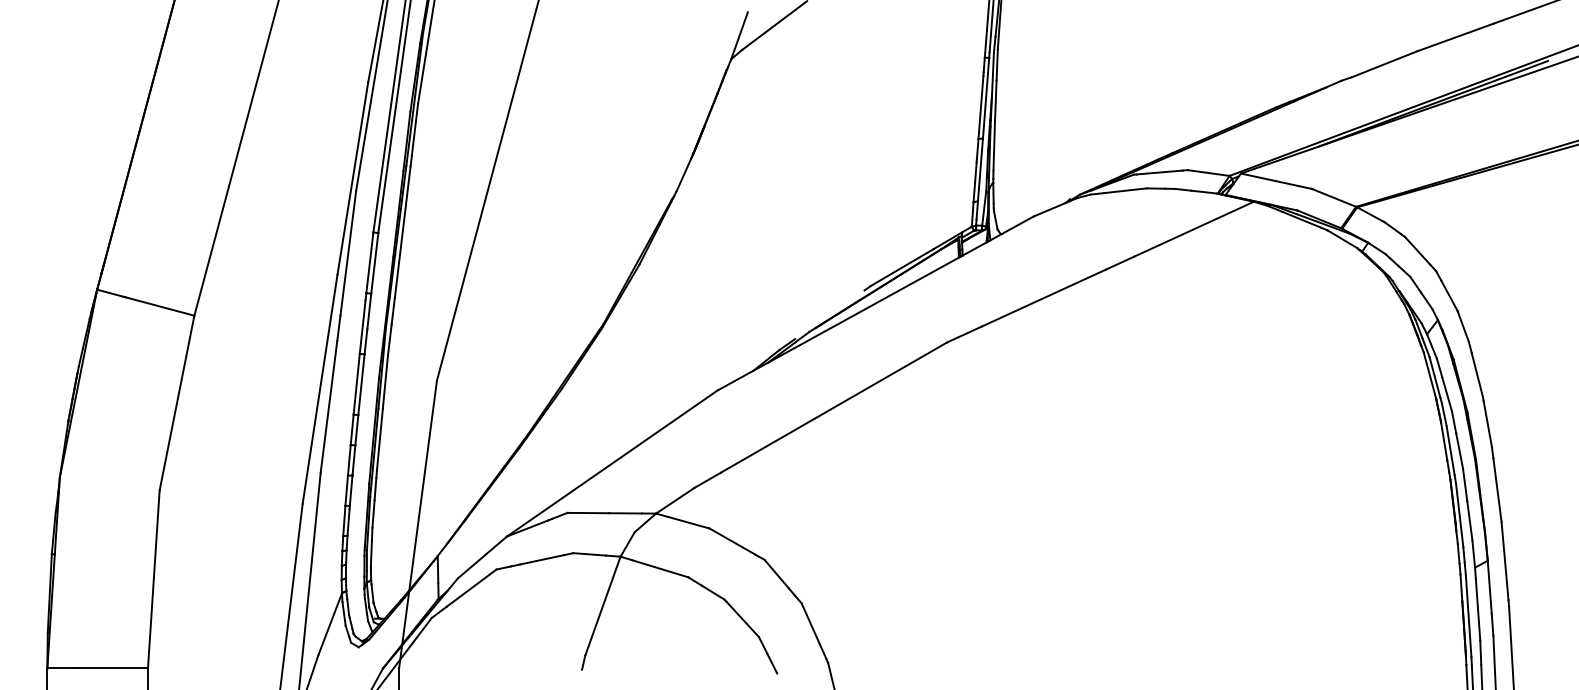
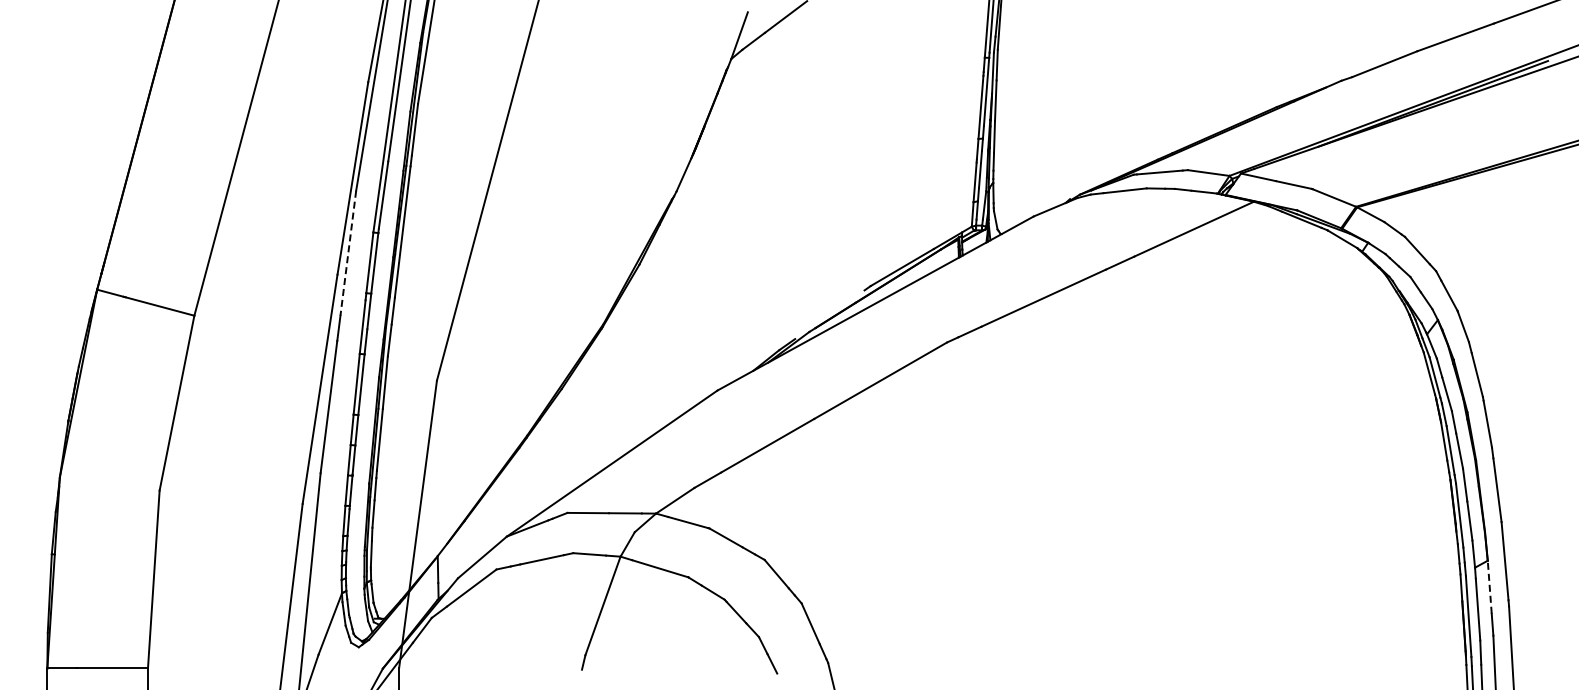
line at (348, 253): solid -> dashed
line at (1489, 587): solid -> dashed
